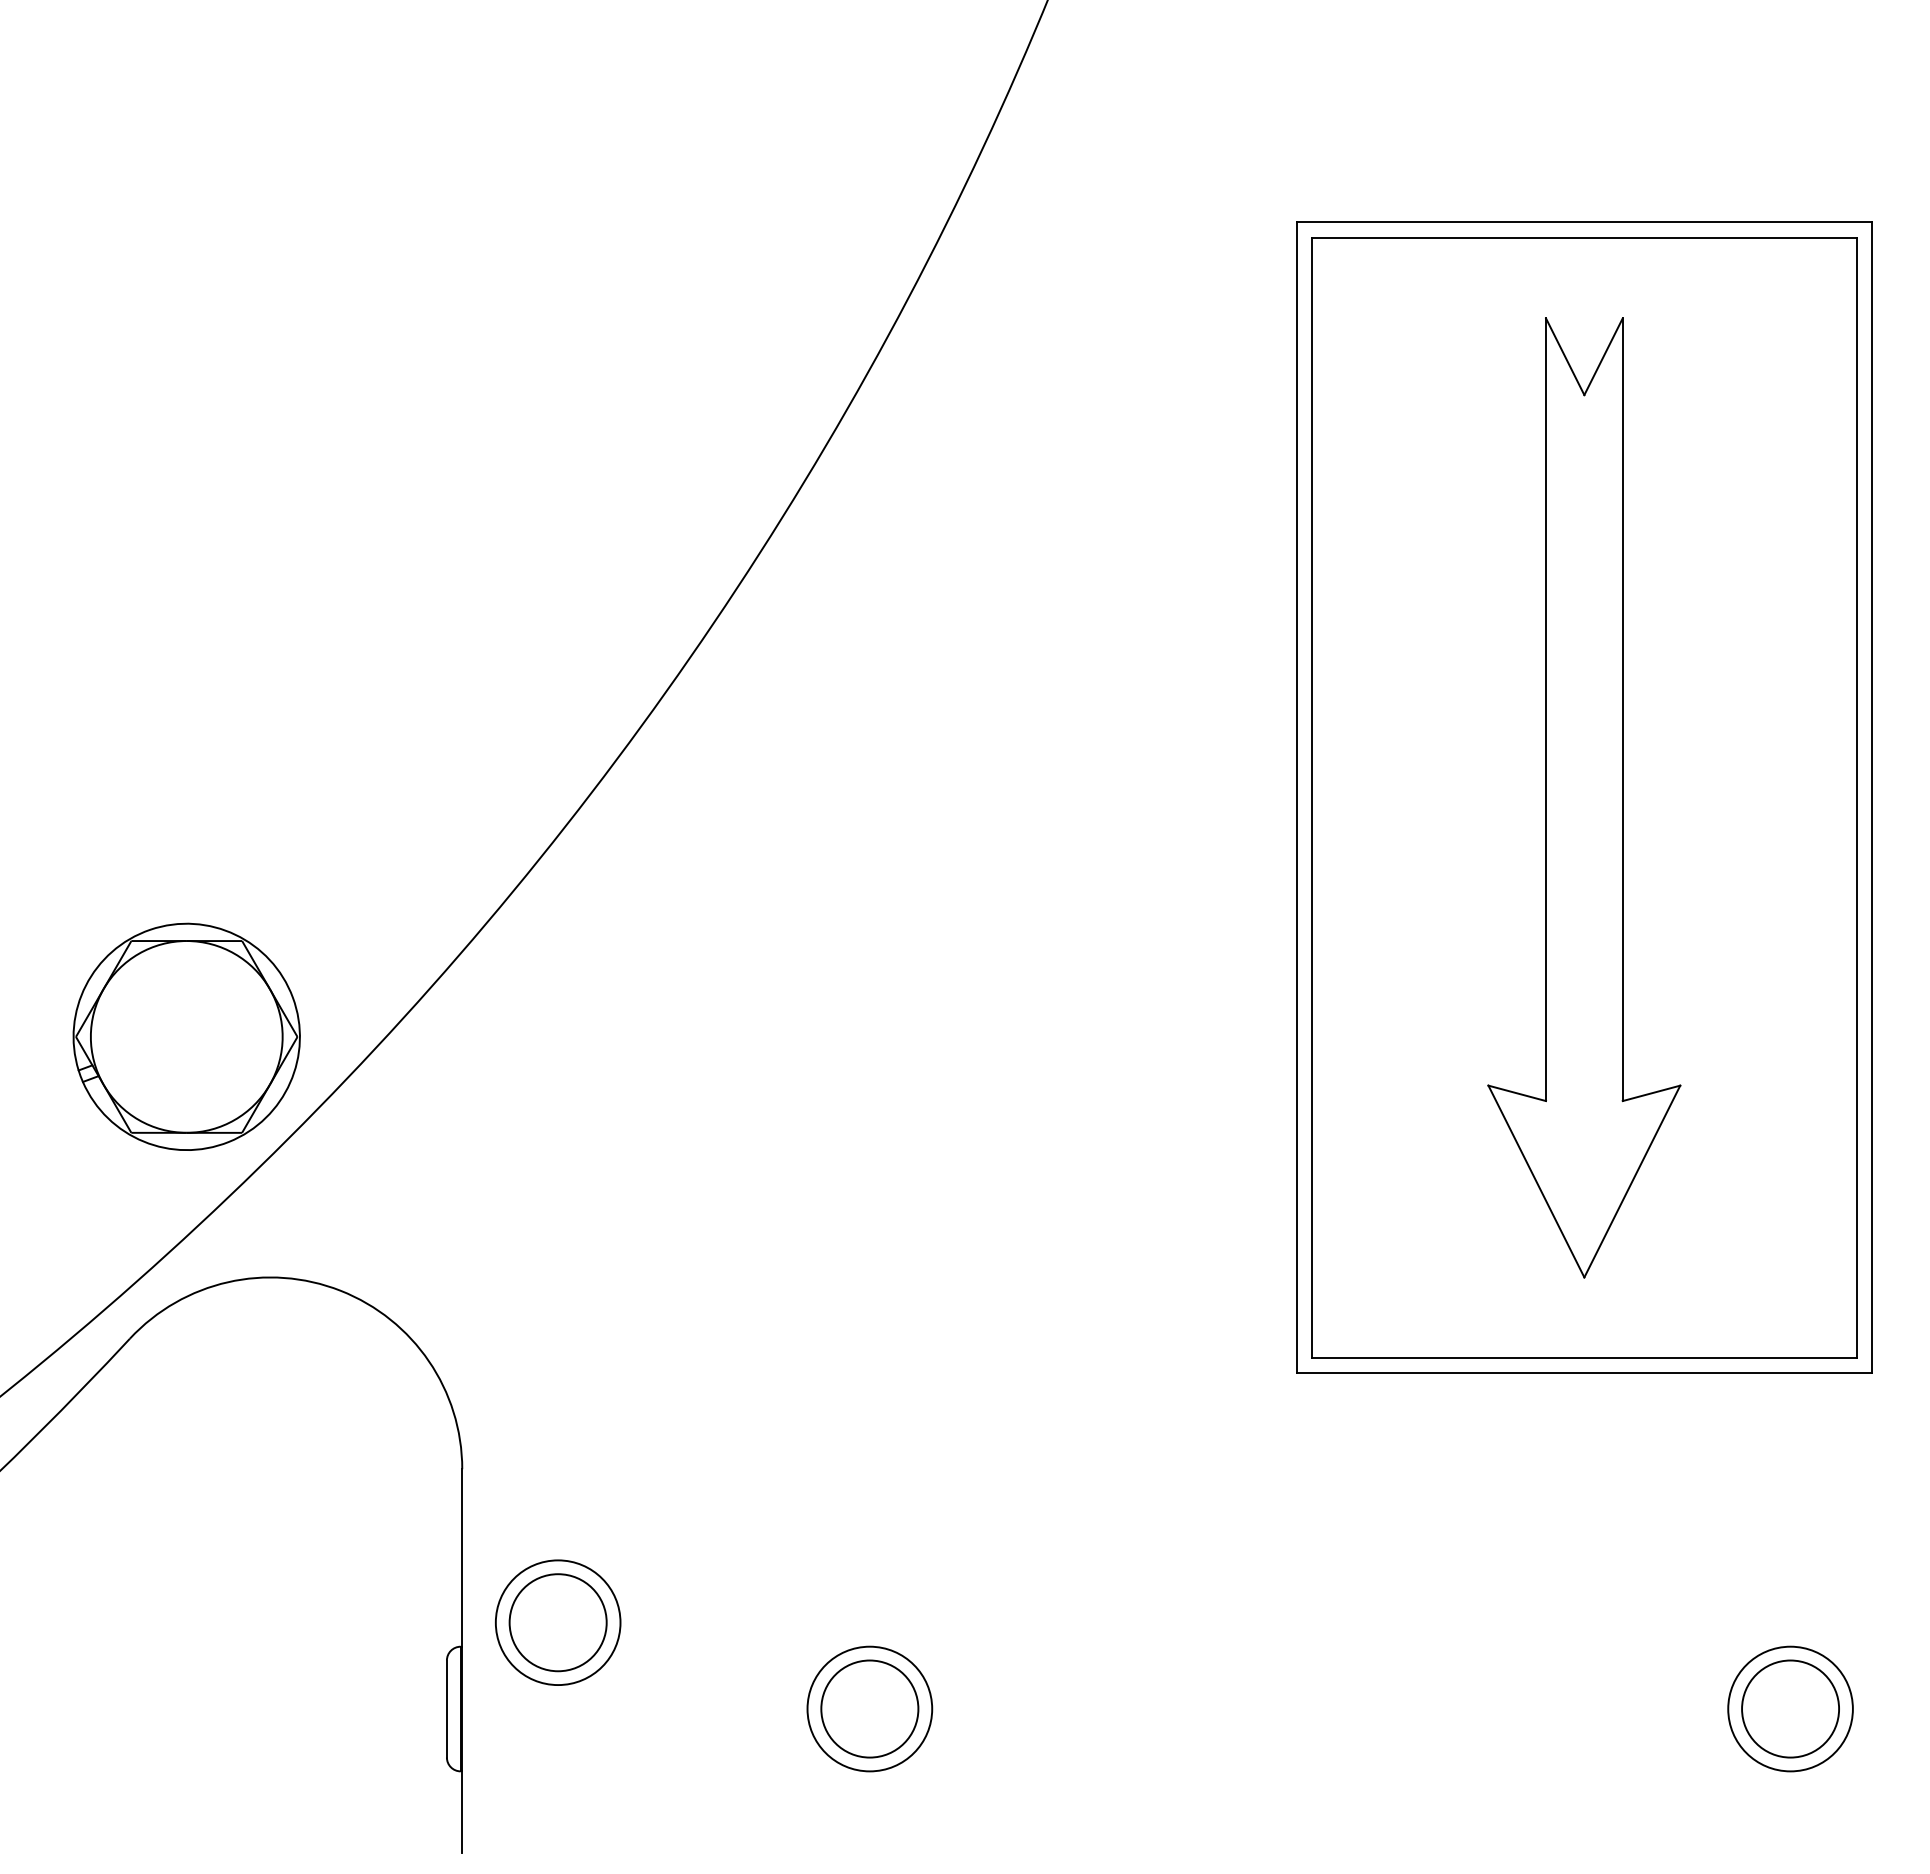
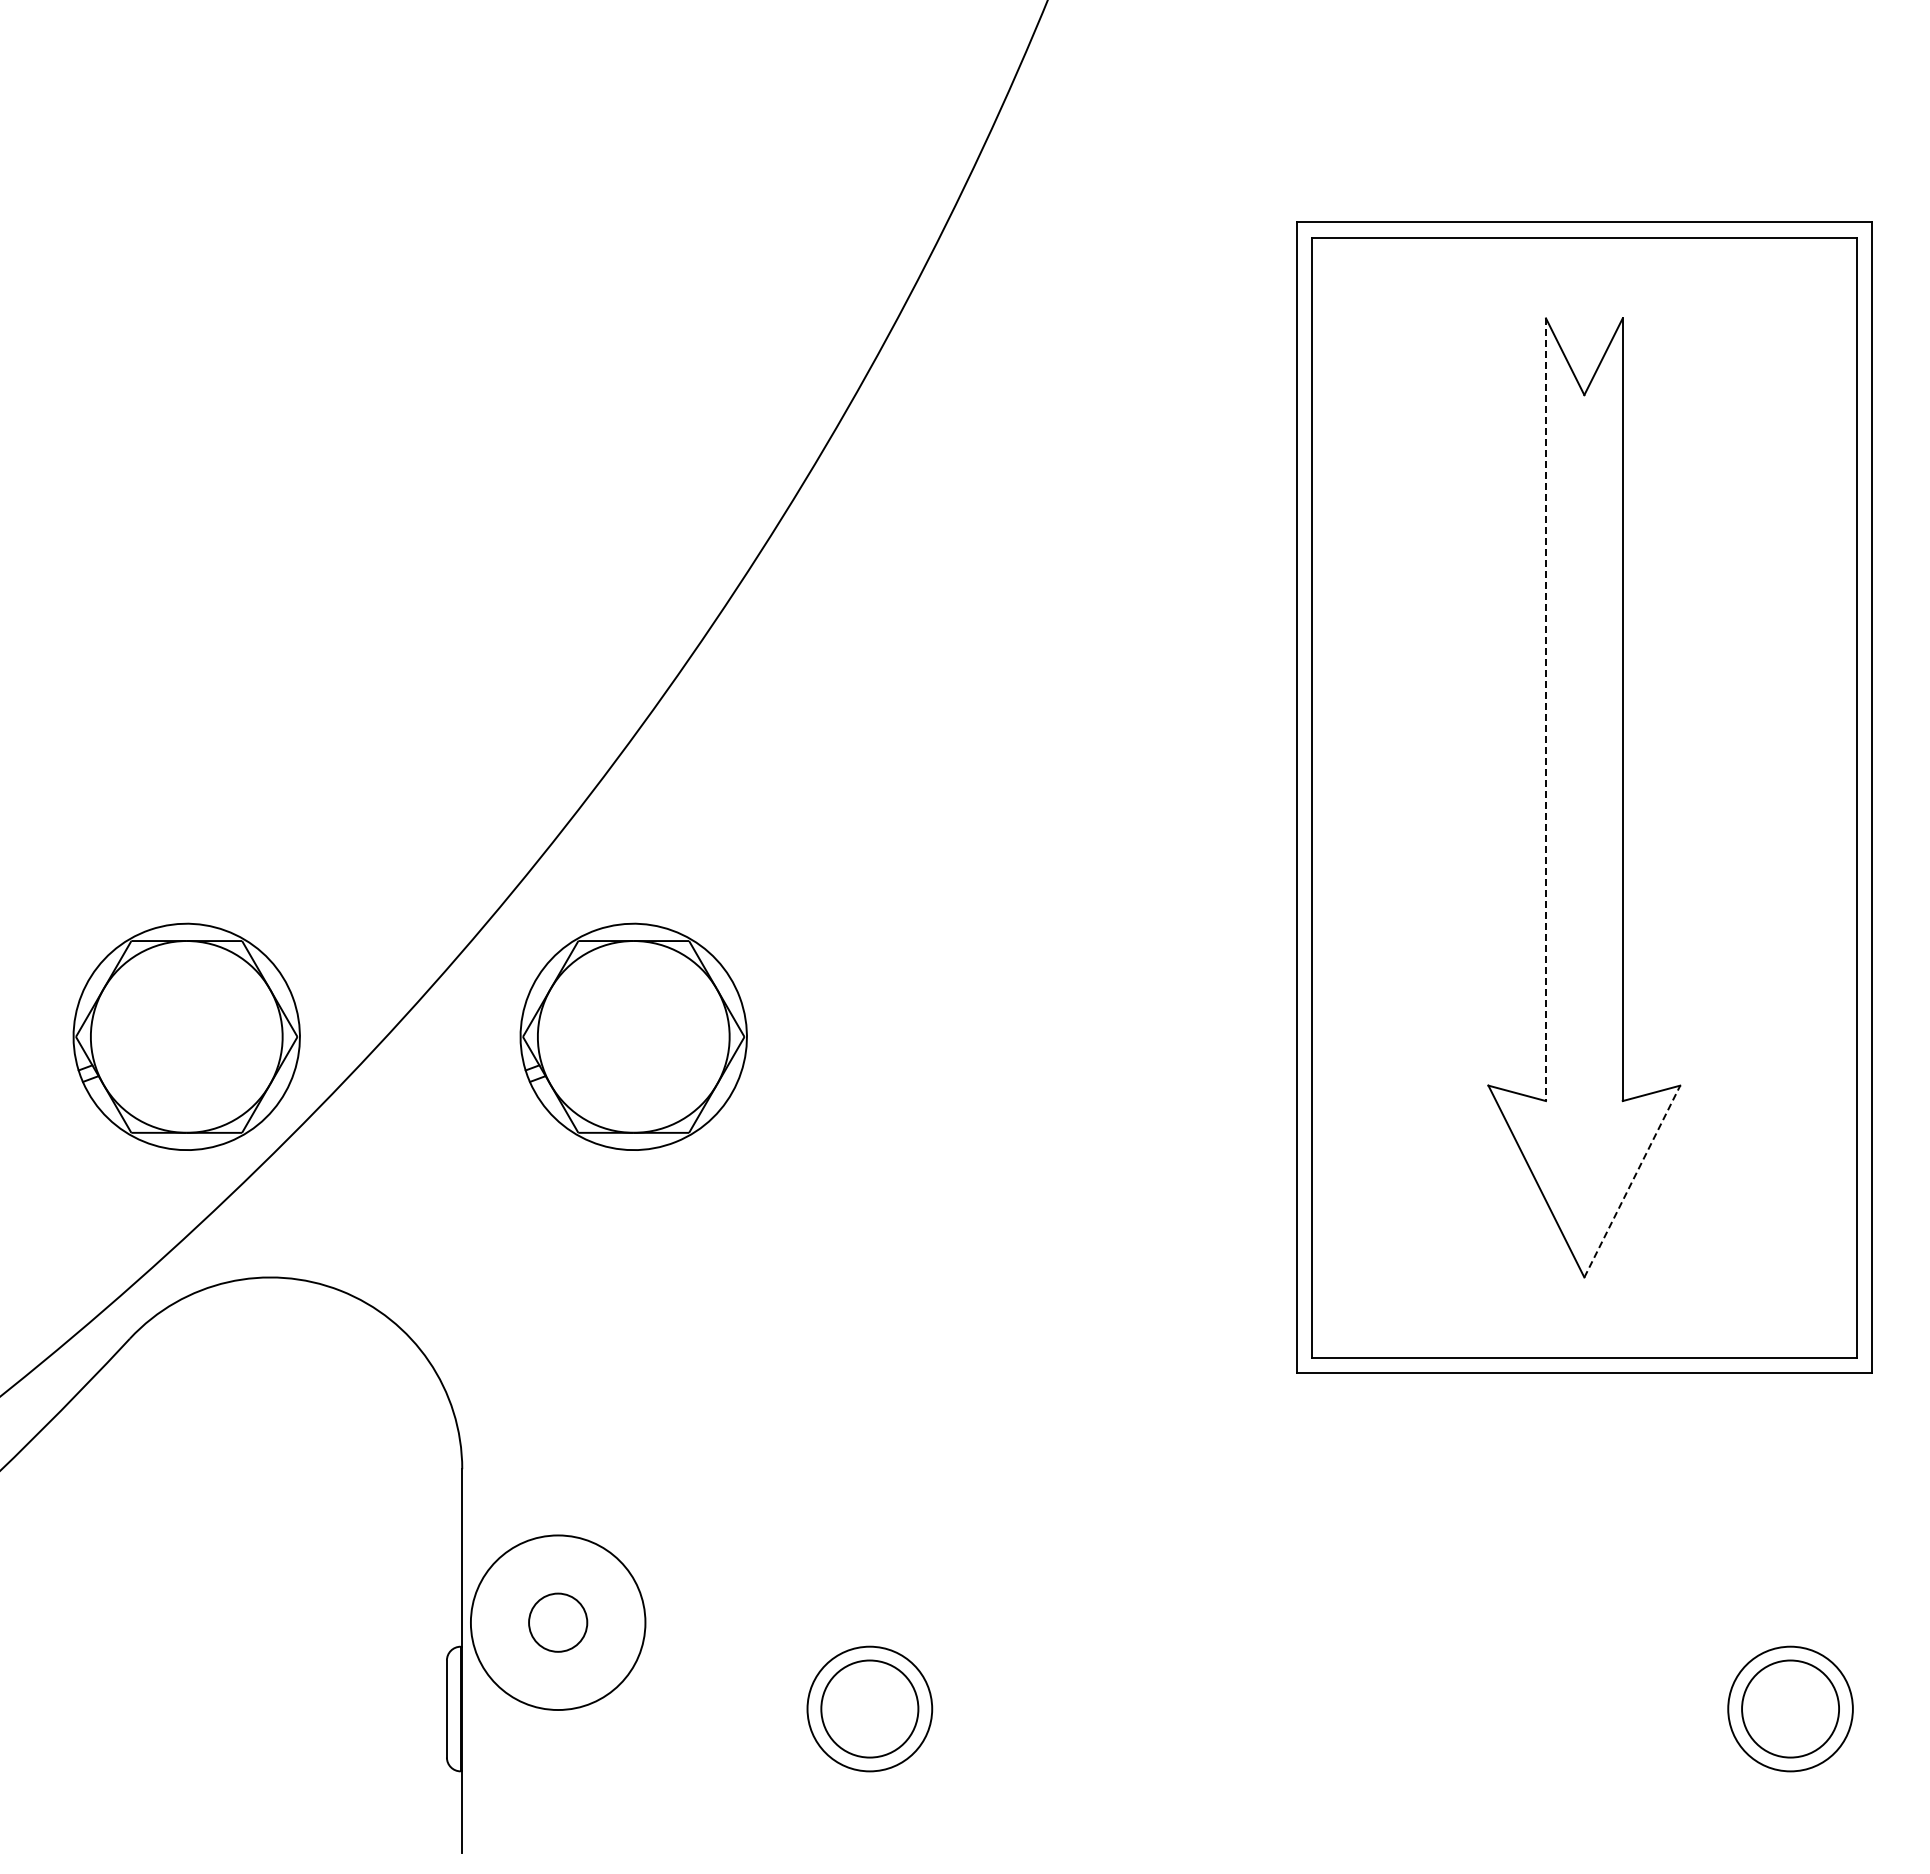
line at (1546, 710): solid -> dashed
part at (633, 1036): none -> present
line at (1632, 1181): solid -> dashed
circle at (557, 1622) diameter: 125 px -> 175 px
circle at (557, 1622) diameter: 97 px -> 58 px
